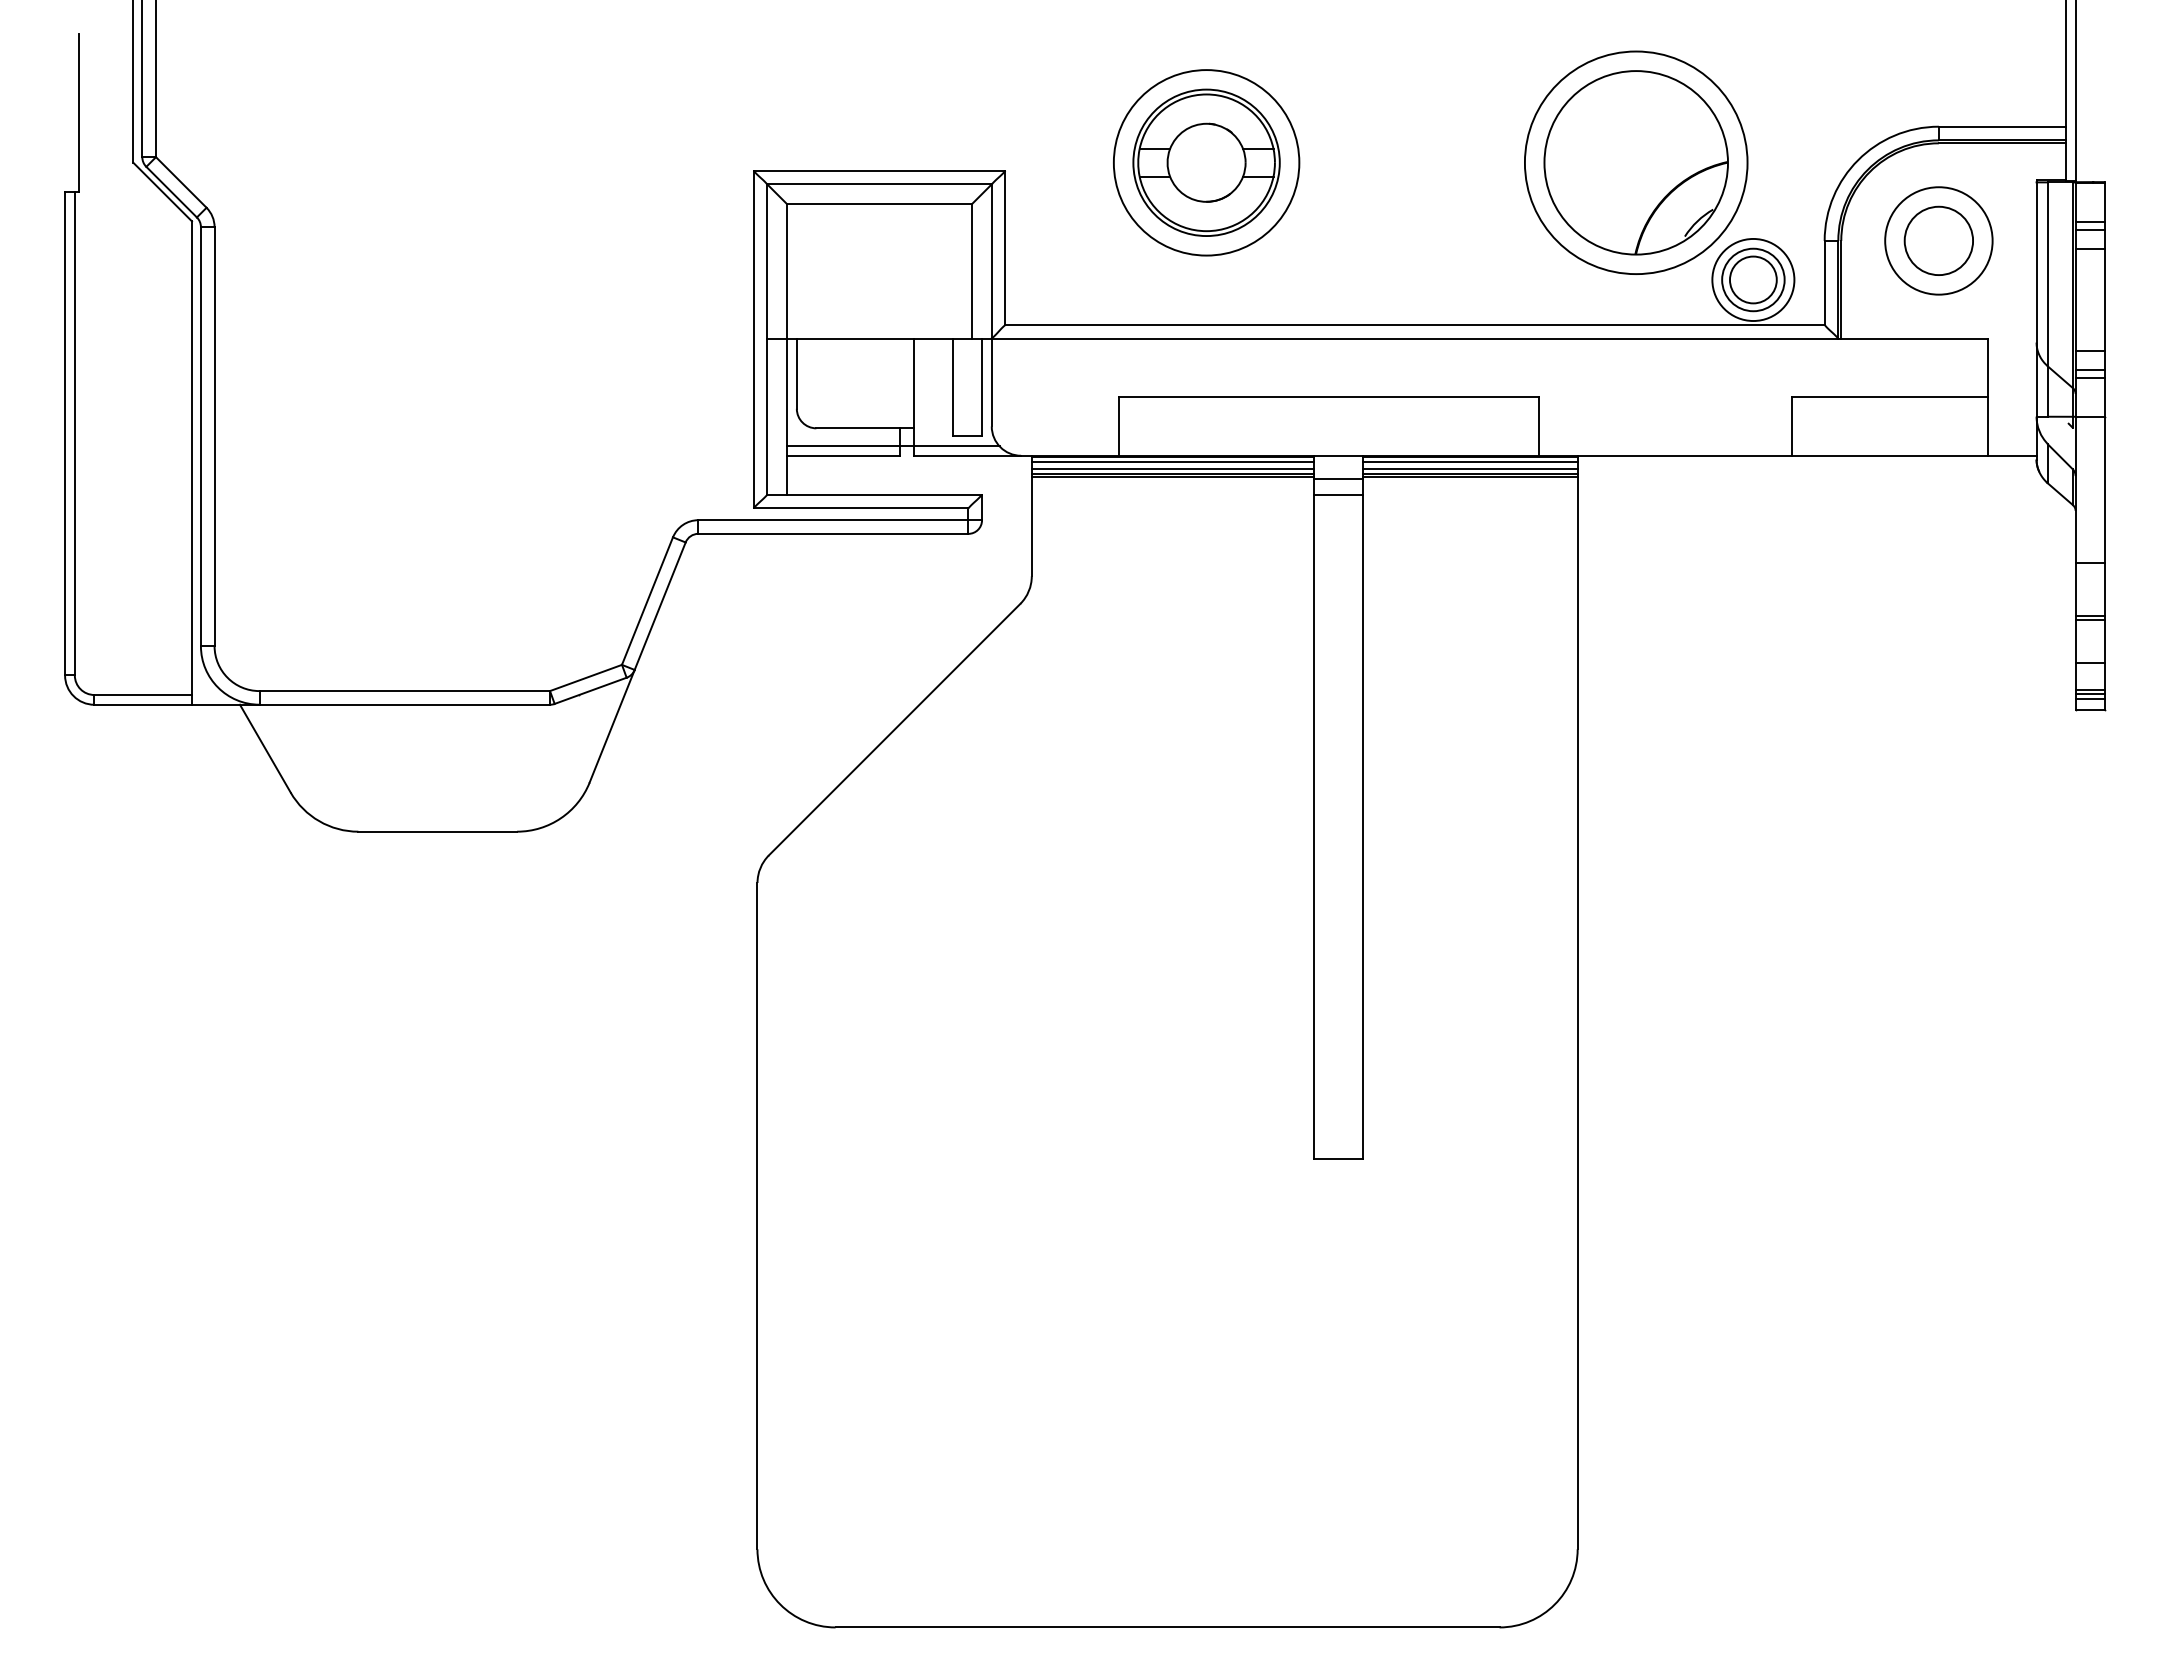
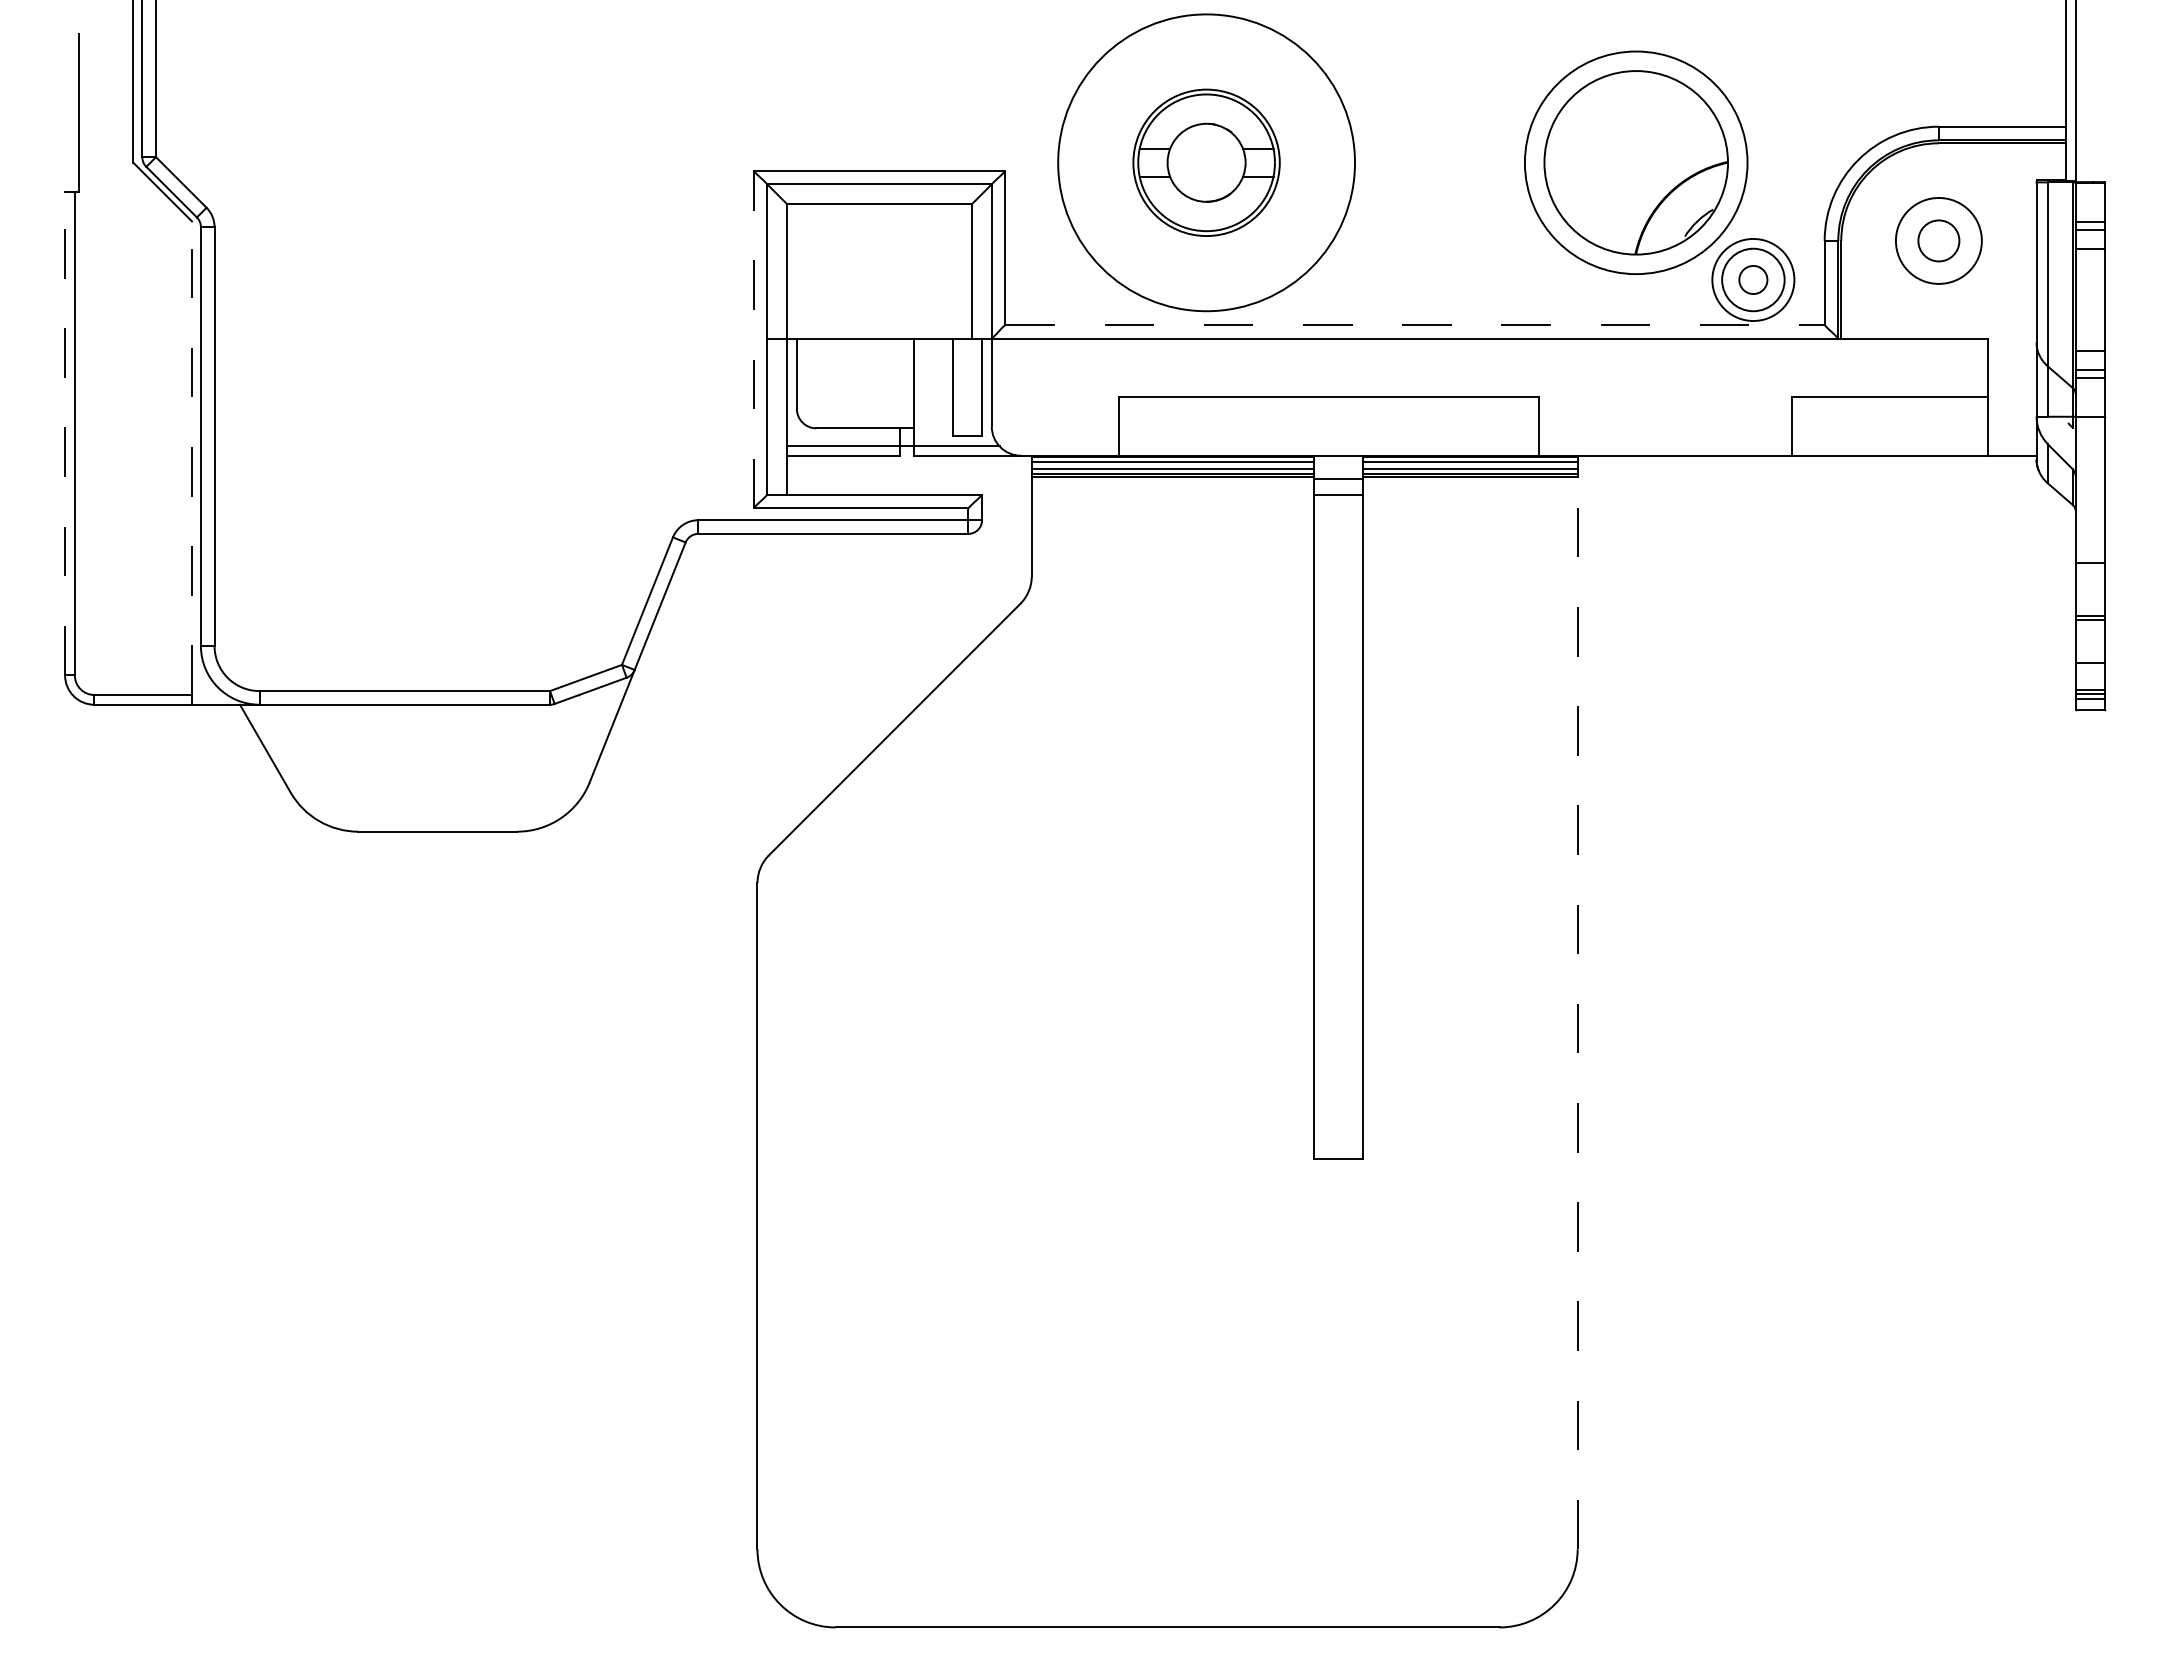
circle at (1206, 162) diameter: 186 px -> 297 px
circle at (1938, 240) diameter: 107 px -> 86 px
circle at (1938, 240) diameter: 68 px -> 41 px
circle at (1752, 279) diameter: 47 px -> 28 px
line at (1415, 324): solid -> dashed
line at (753, 339): solid -> dashed
line at (65, 433): solid -> dashed
line at (192, 458): solid -> dashed
line at (1577, 1012): solid -> dashed
